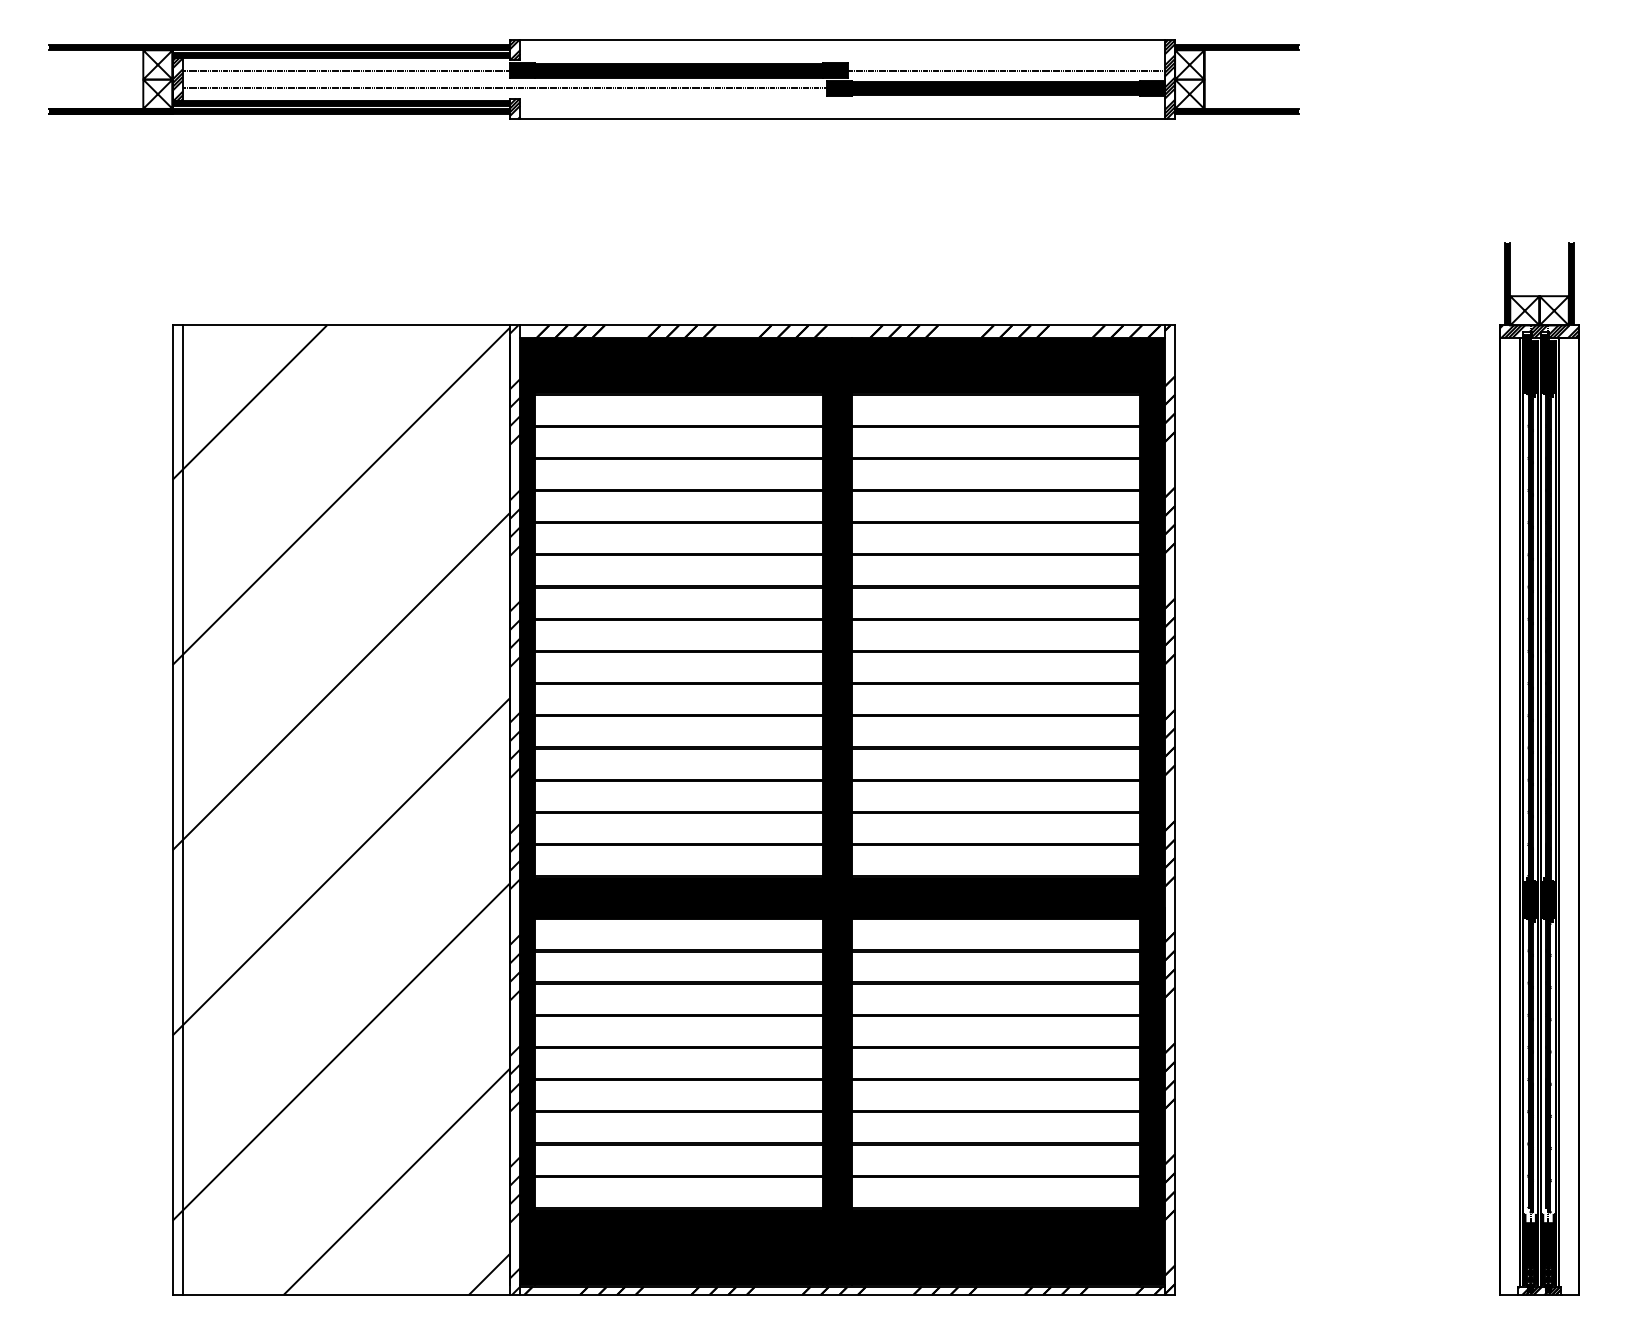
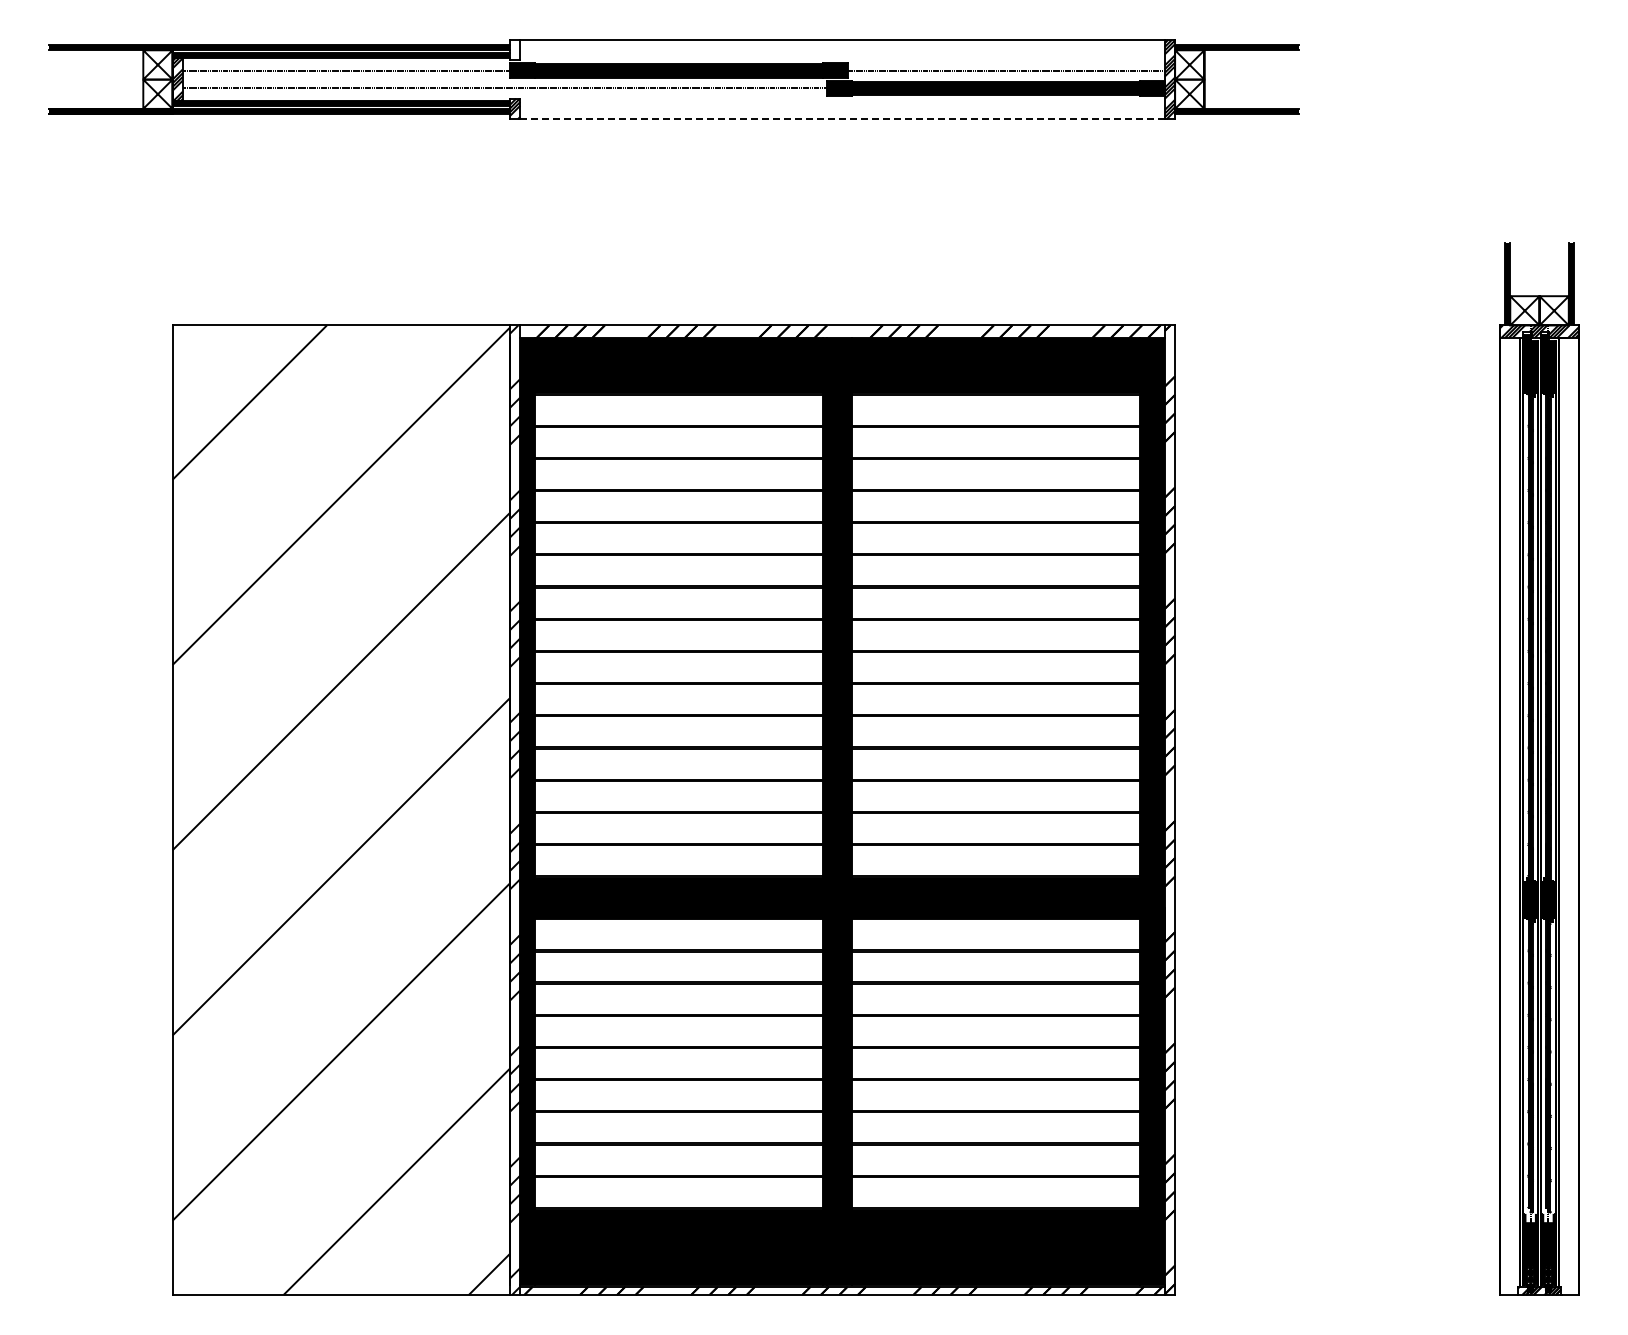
hatch at (515, 50): present -> none
line at (842, 119): solid -> dashed
line at (182, 810): present -> none
